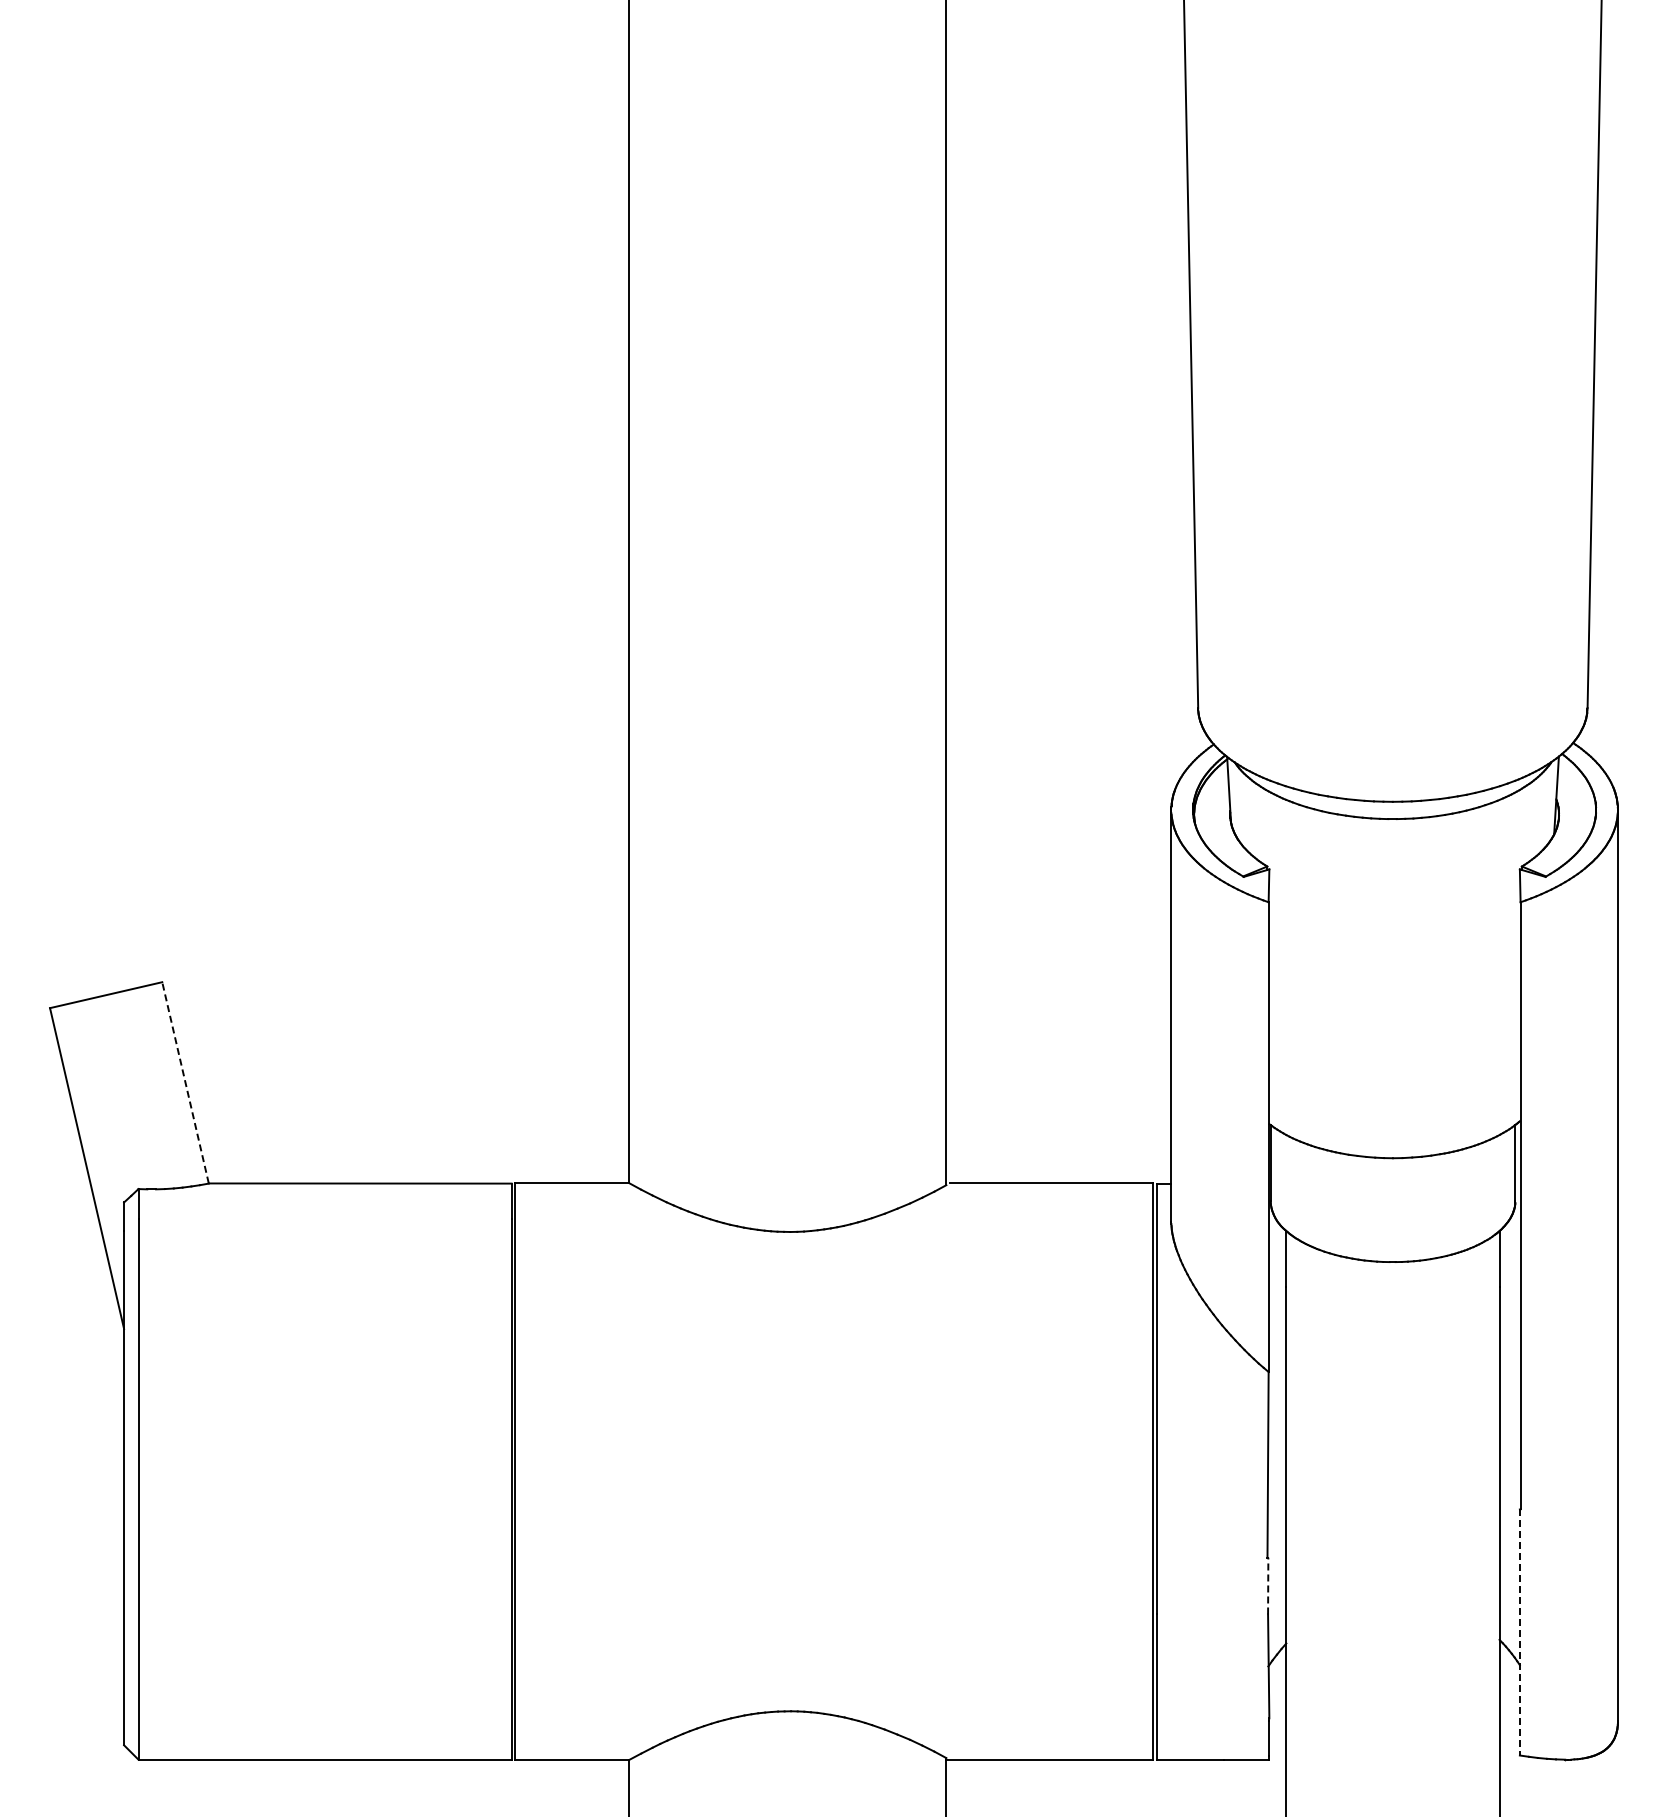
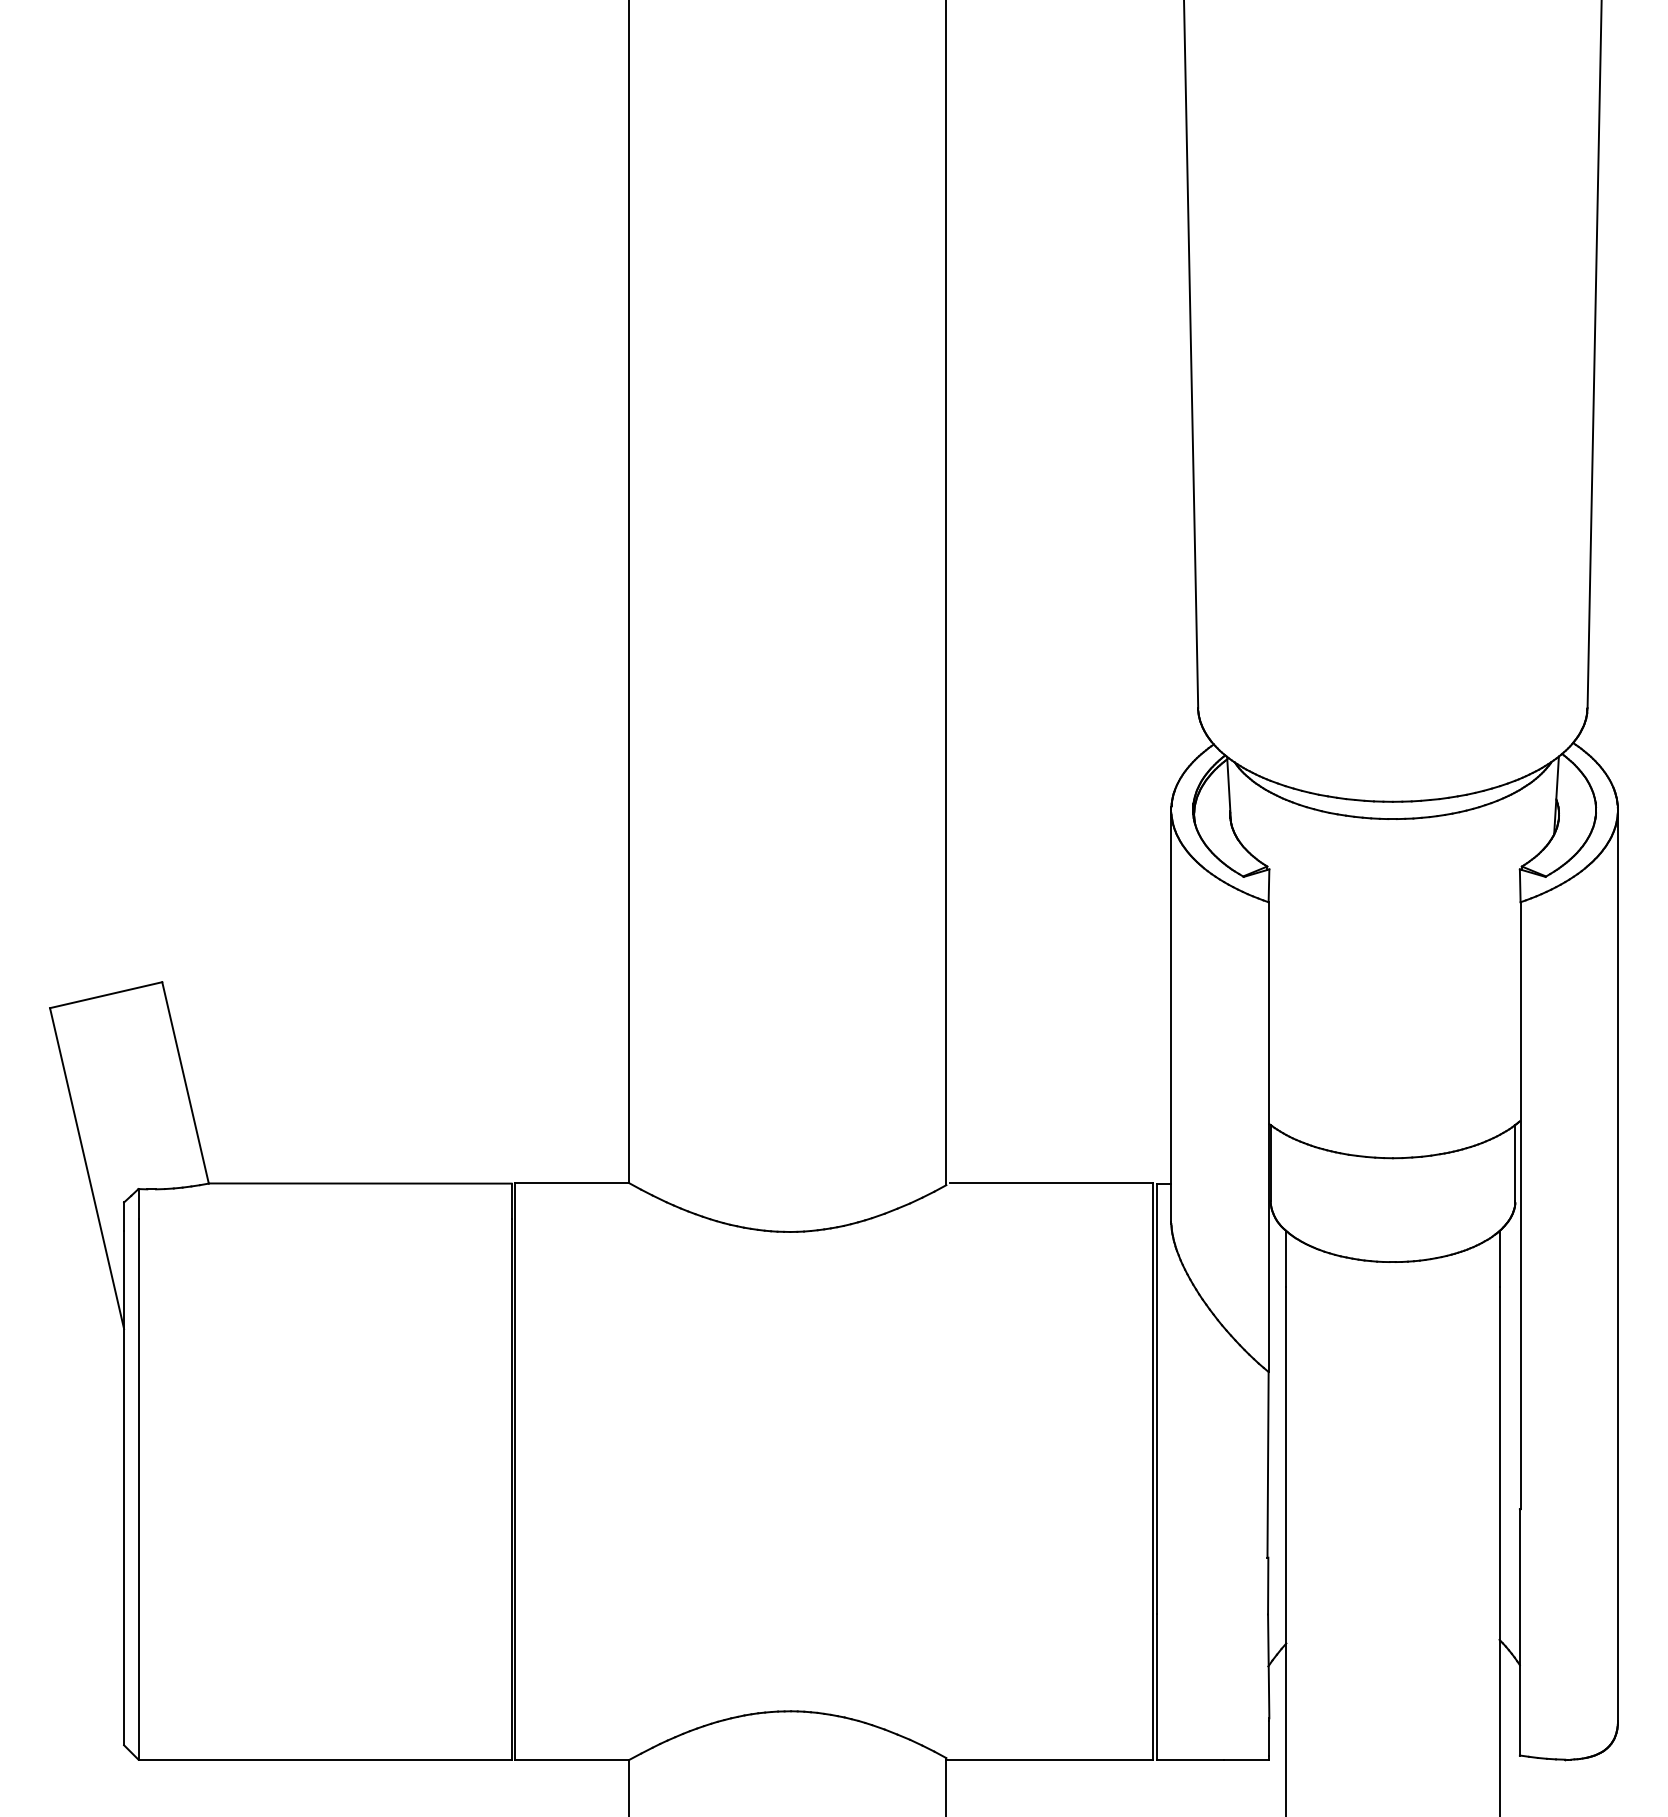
line at (185, 1082): dashed -> solid
line at (1268, 1585): dashed -> solid
line at (1519, 1632): dashed -> solid
